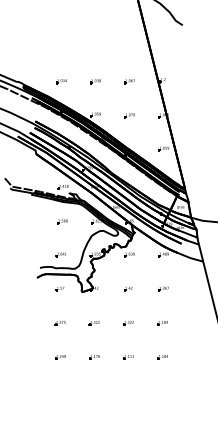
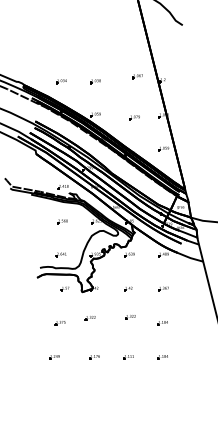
part at (129, 81) position: (129, 81) -> (137, 76)
part at (129, 115) position: (129, 115) -> (134, 117)
part at (59, 288) position: (59, 288) -> (64, 288)
part at (93, 323) position: (93, 323) -> (89, 318)
part at (128, 323) position: (128, 323) -> (130, 317)
part at (60, 357) position: (60, 357) -> (54, 357)
